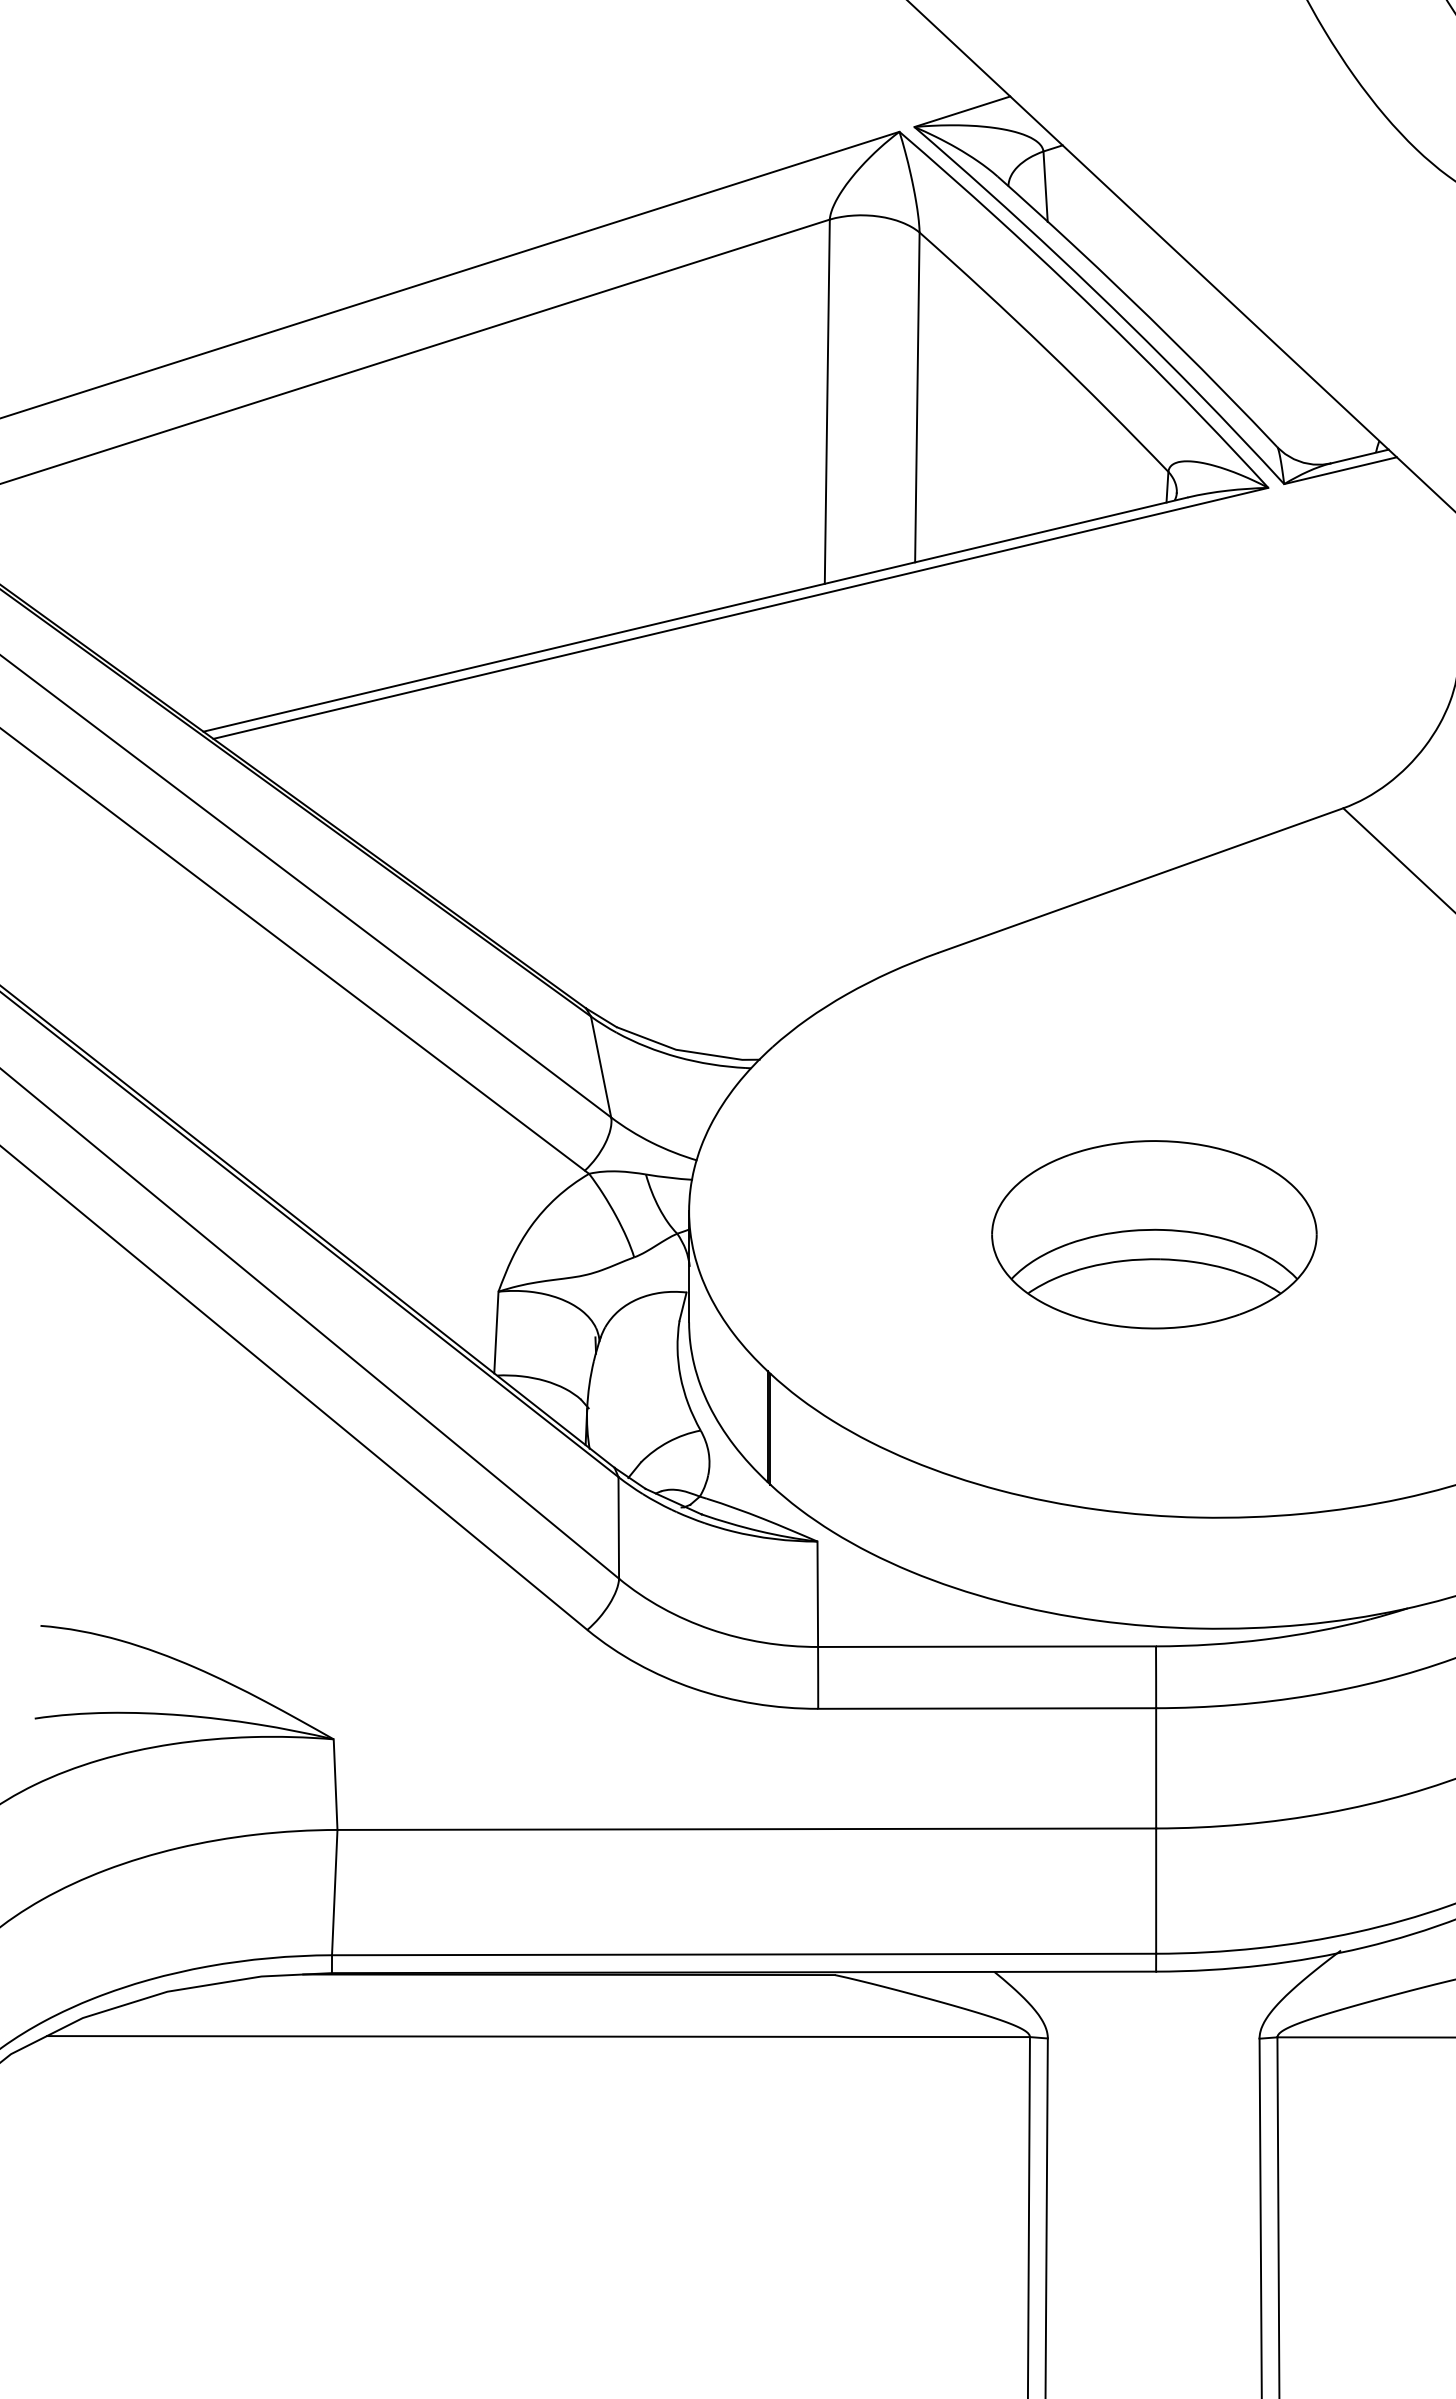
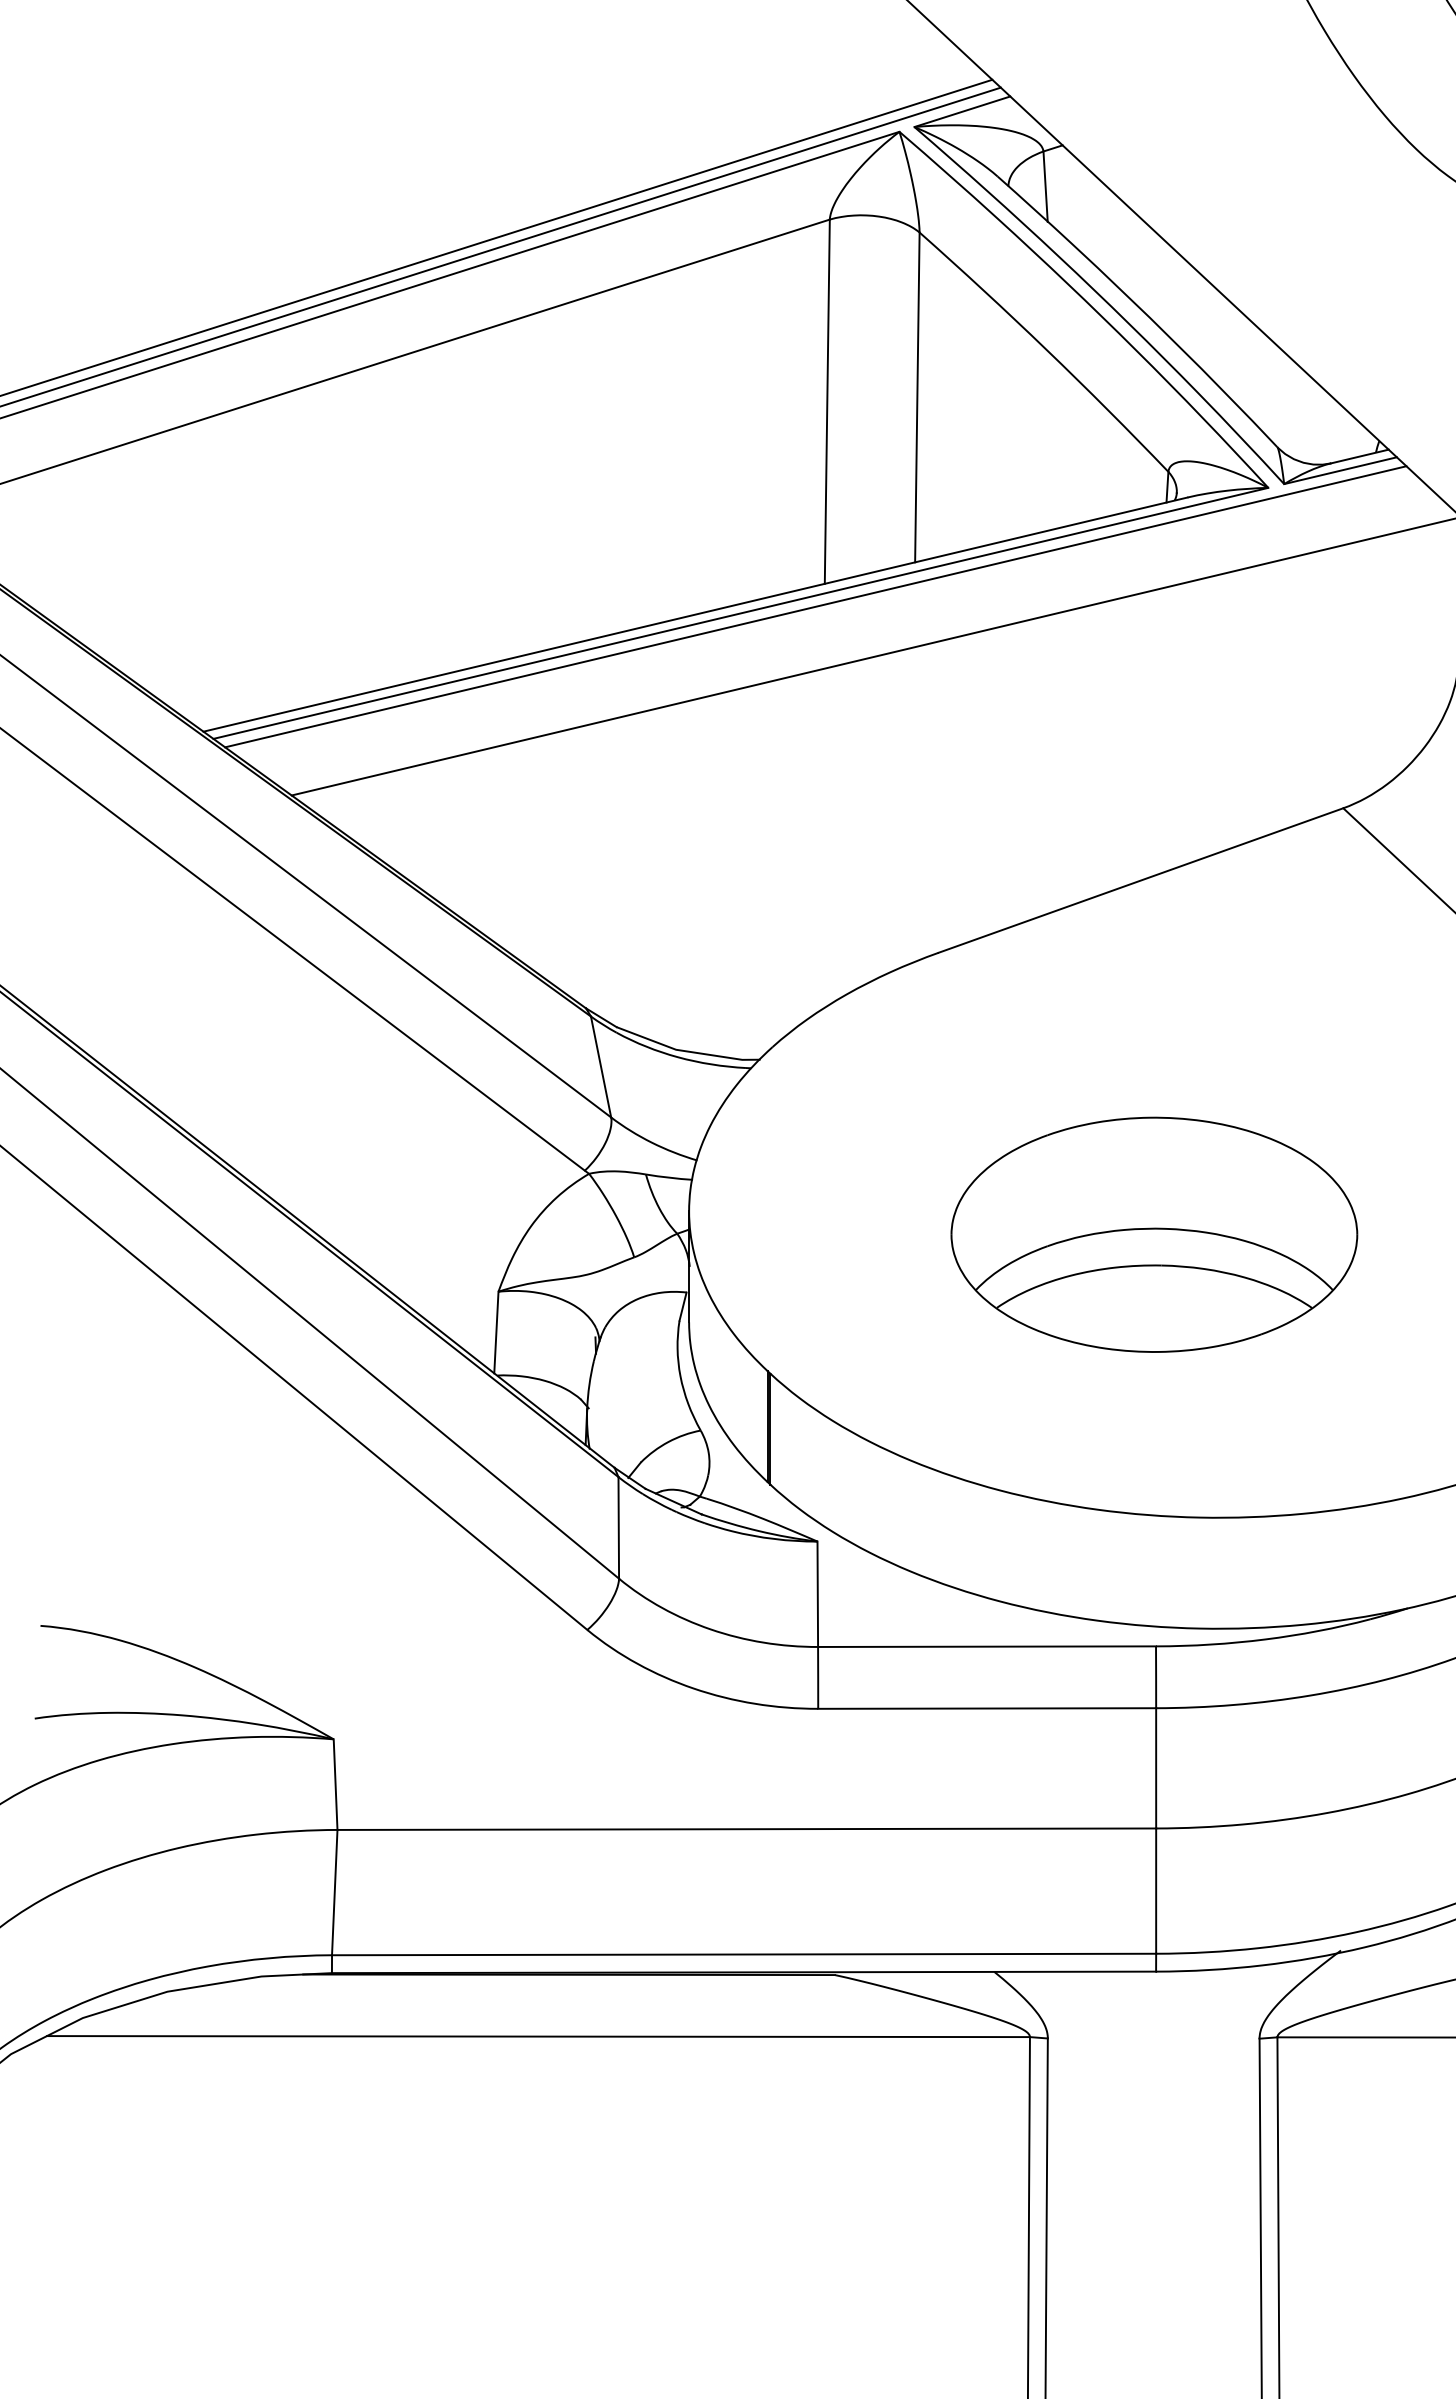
line at (497, 237): none -> present
line at (501, 246): none -> present
line at (815, 606): none -> present
line at (871, 657): none -> present
part at (1154, 1234) size: 327x190 px -> 409x237 px
